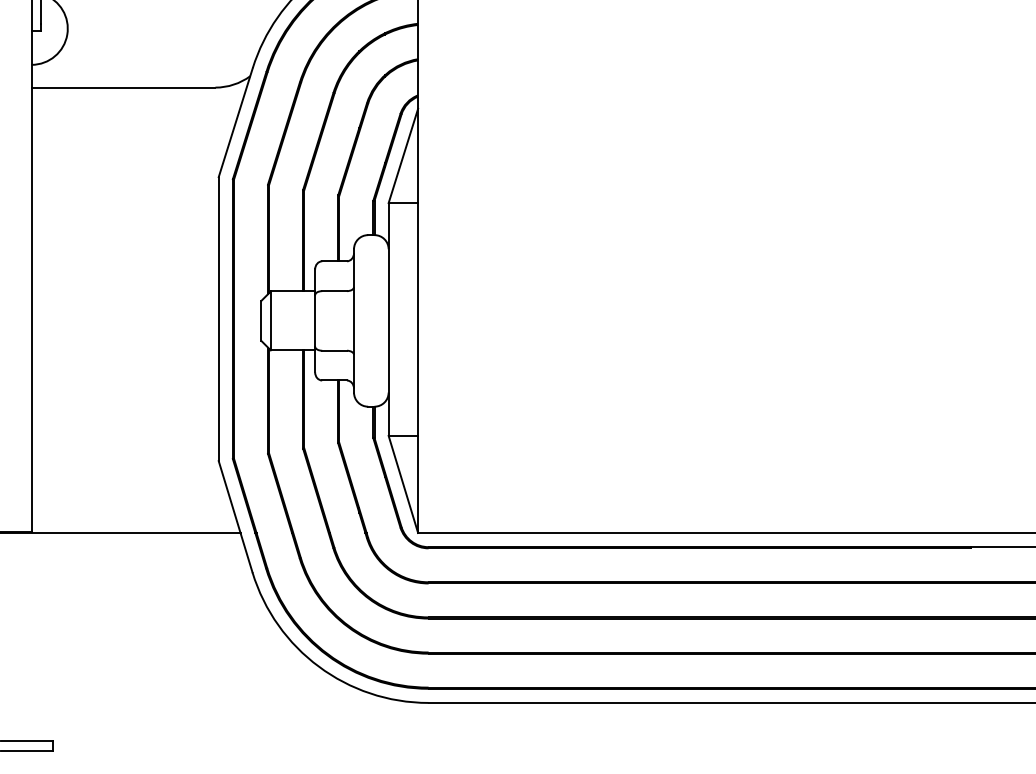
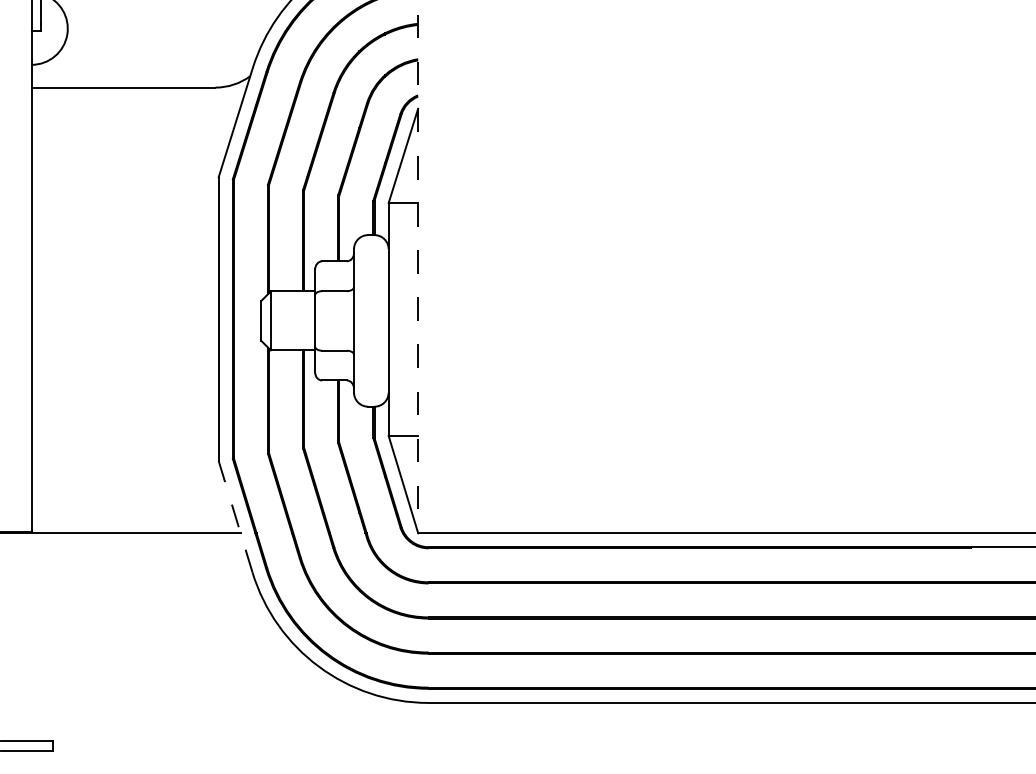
line at (418, 267): solid -> dashed
line at (235, 516): solid -> dashed
